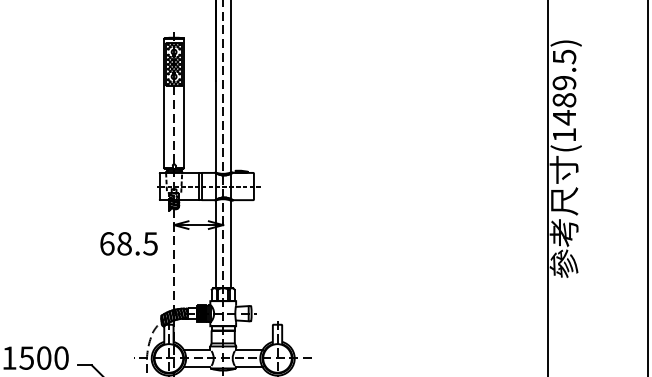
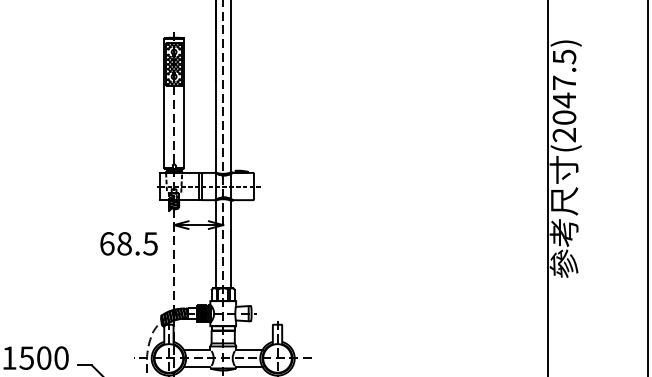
text at (564, 108): (1489.5) -> (2047.5)
